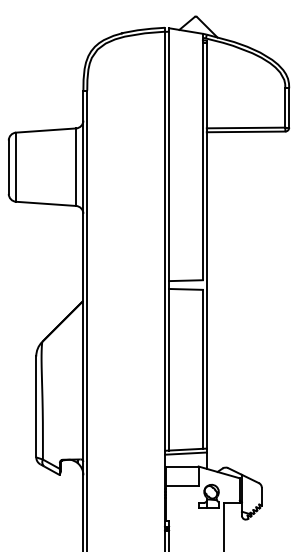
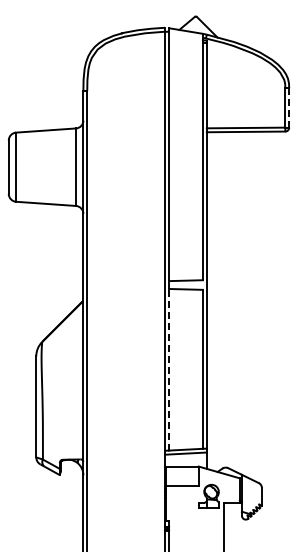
line at (289, 107): solid -> dashed
line at (169, 369): solid -> dashed
